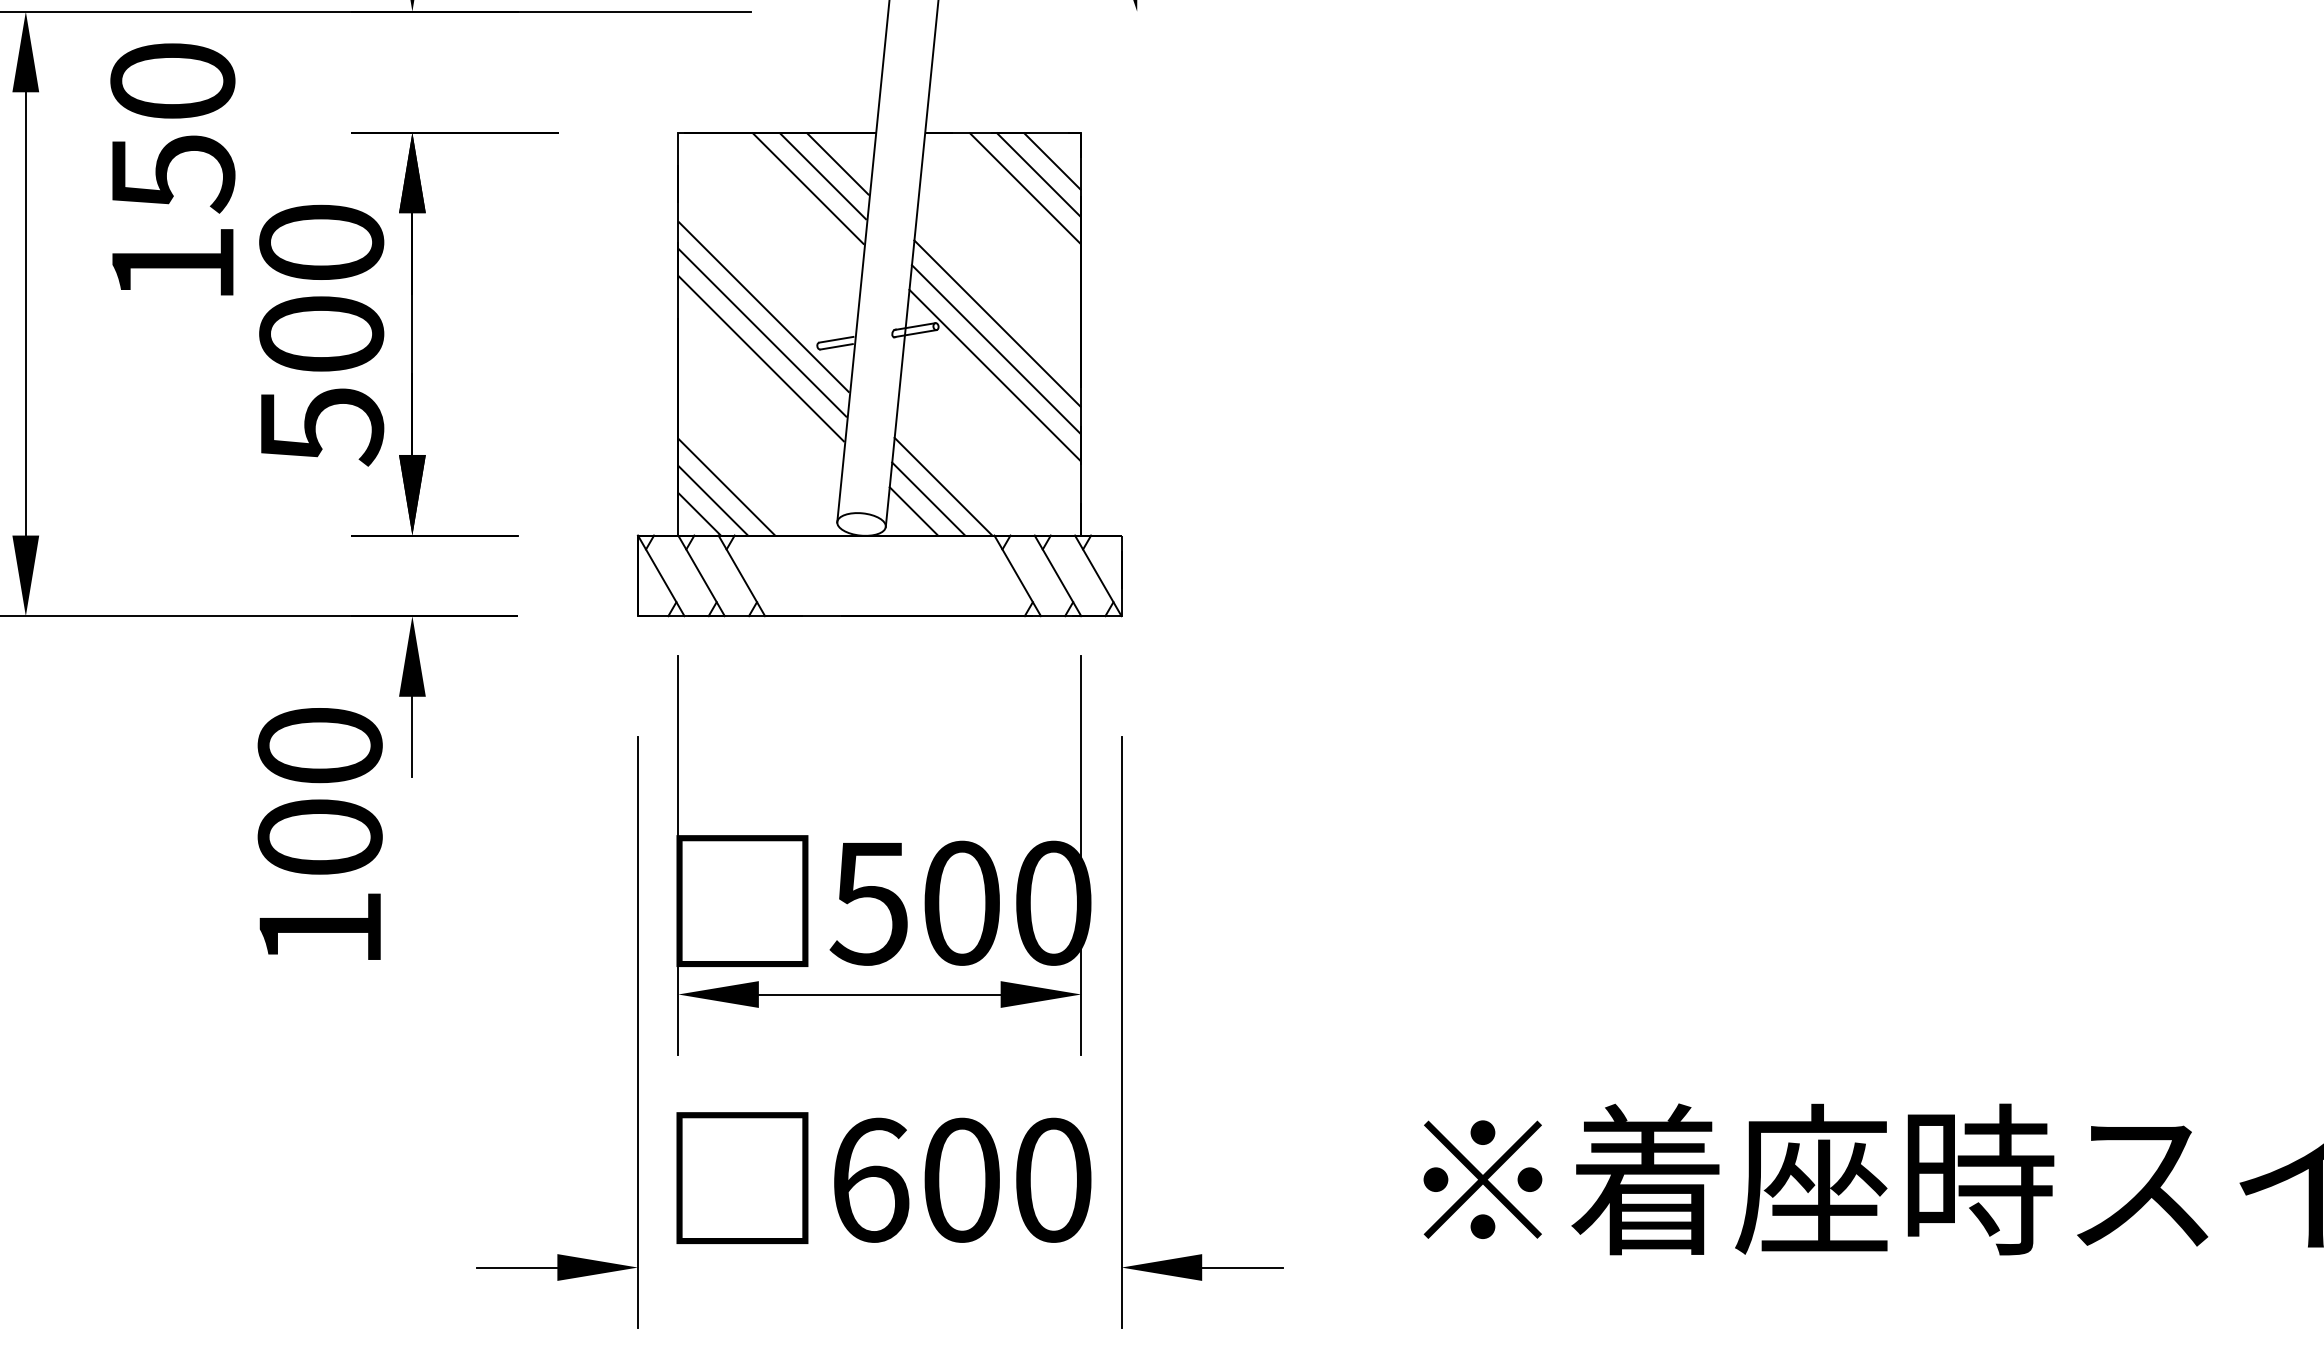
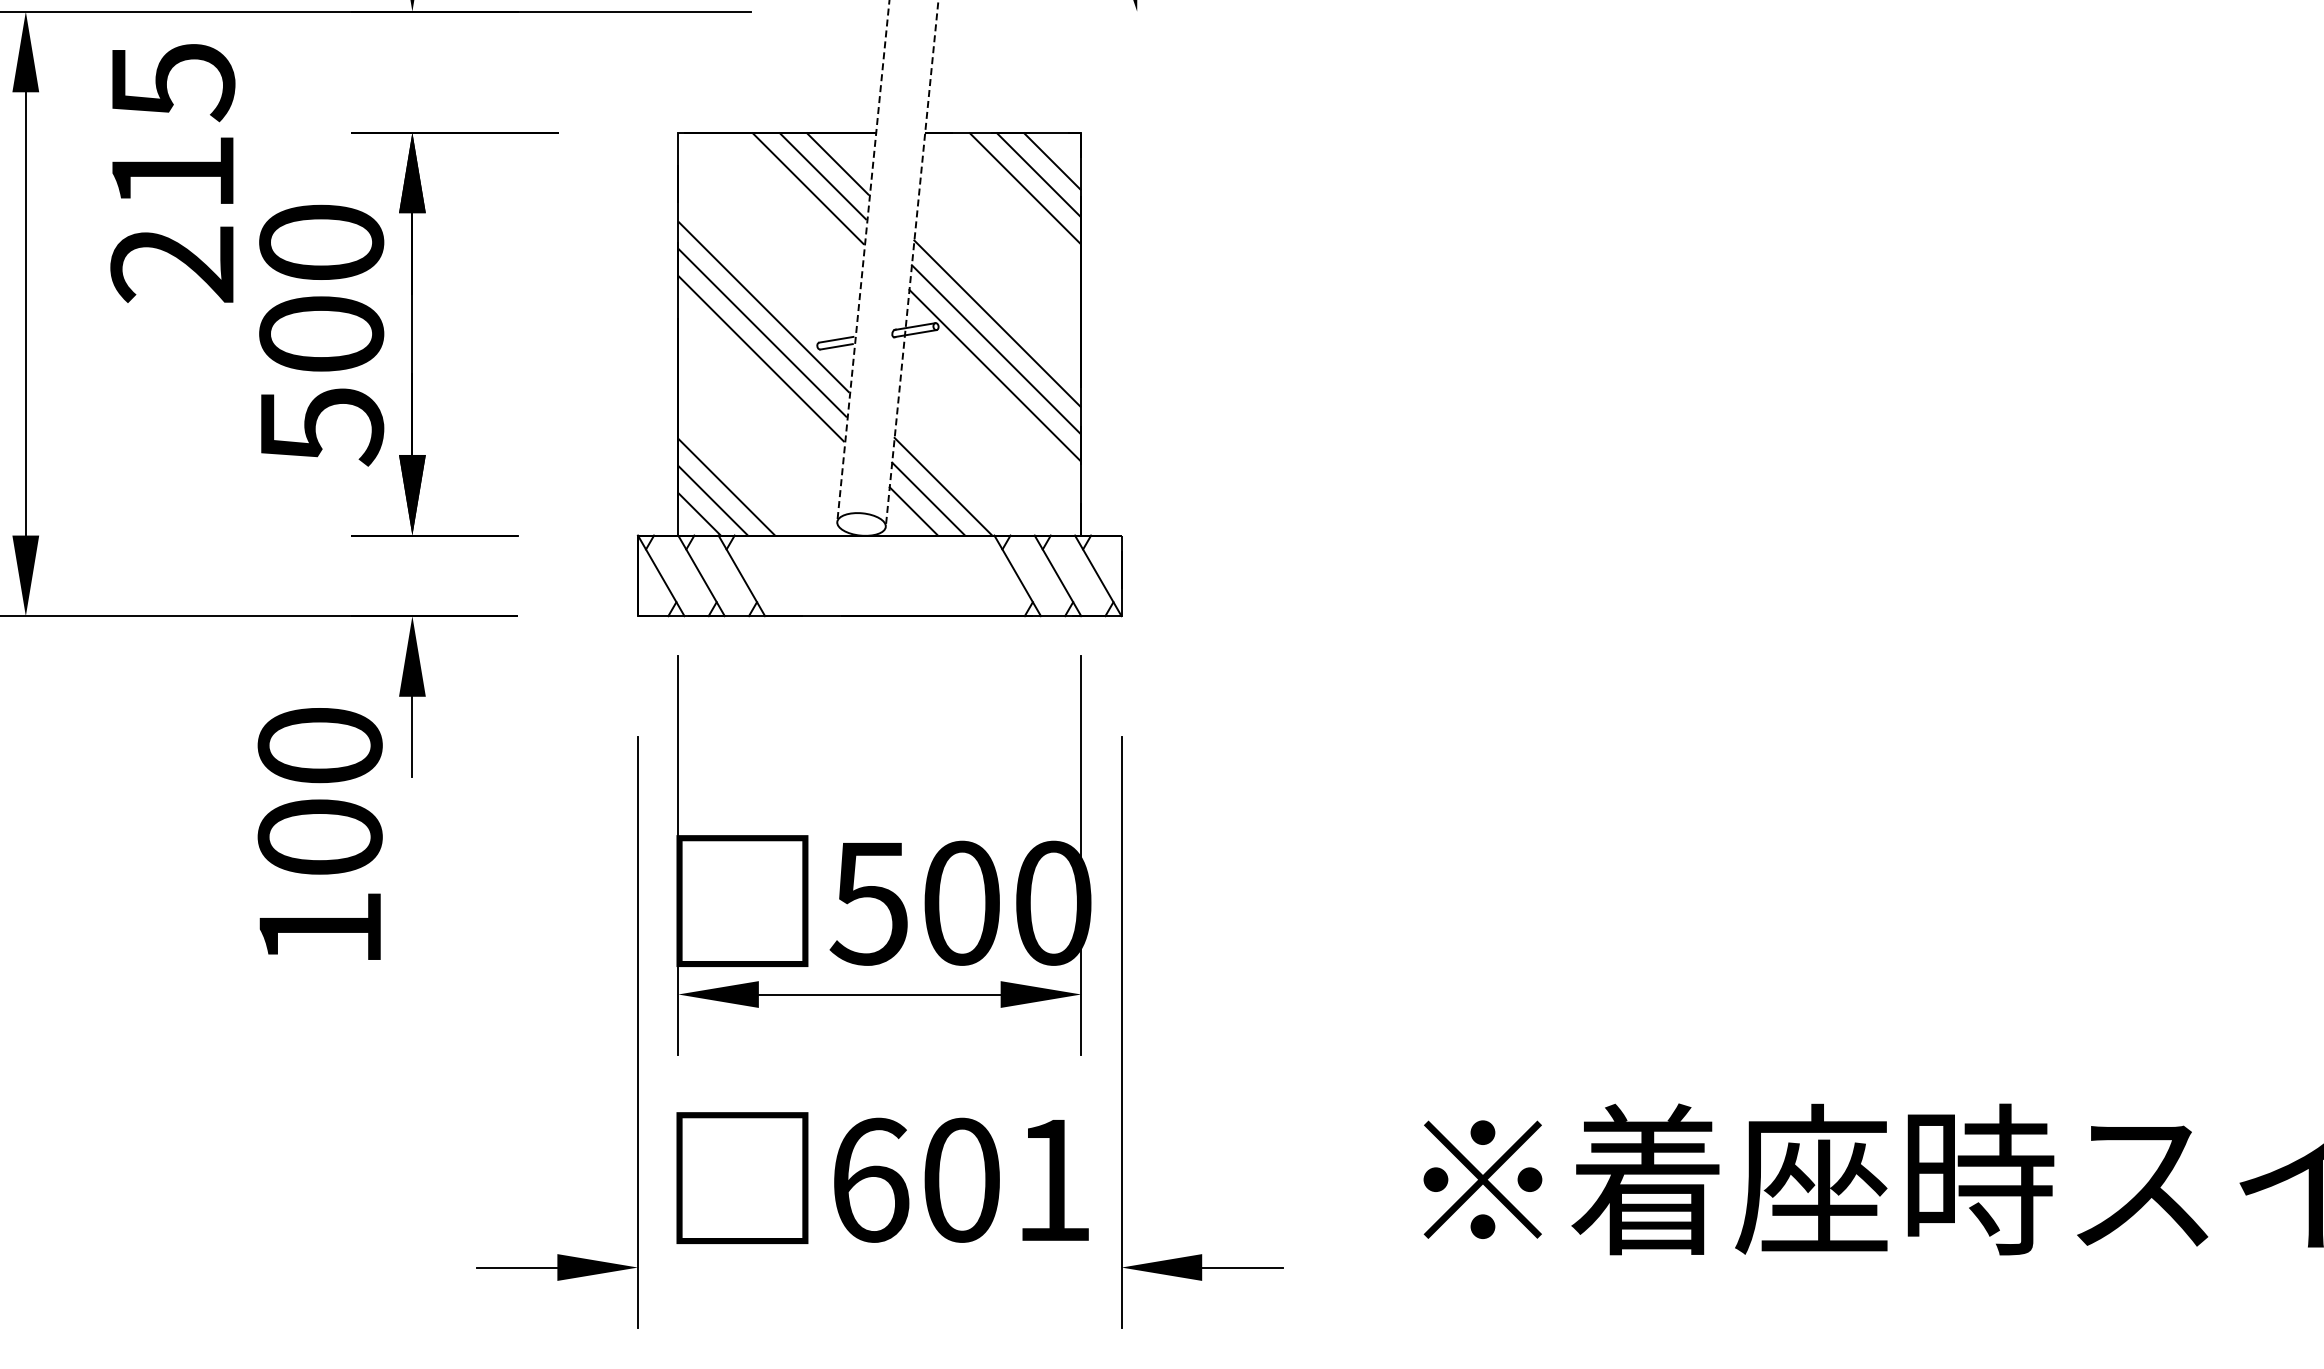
text at (172, 172): 150 -> 215
line at (863, 261): solid -> dashed
line at (912, 264): solid -> dashed
text at (1053, 1179): 600 -> 601
